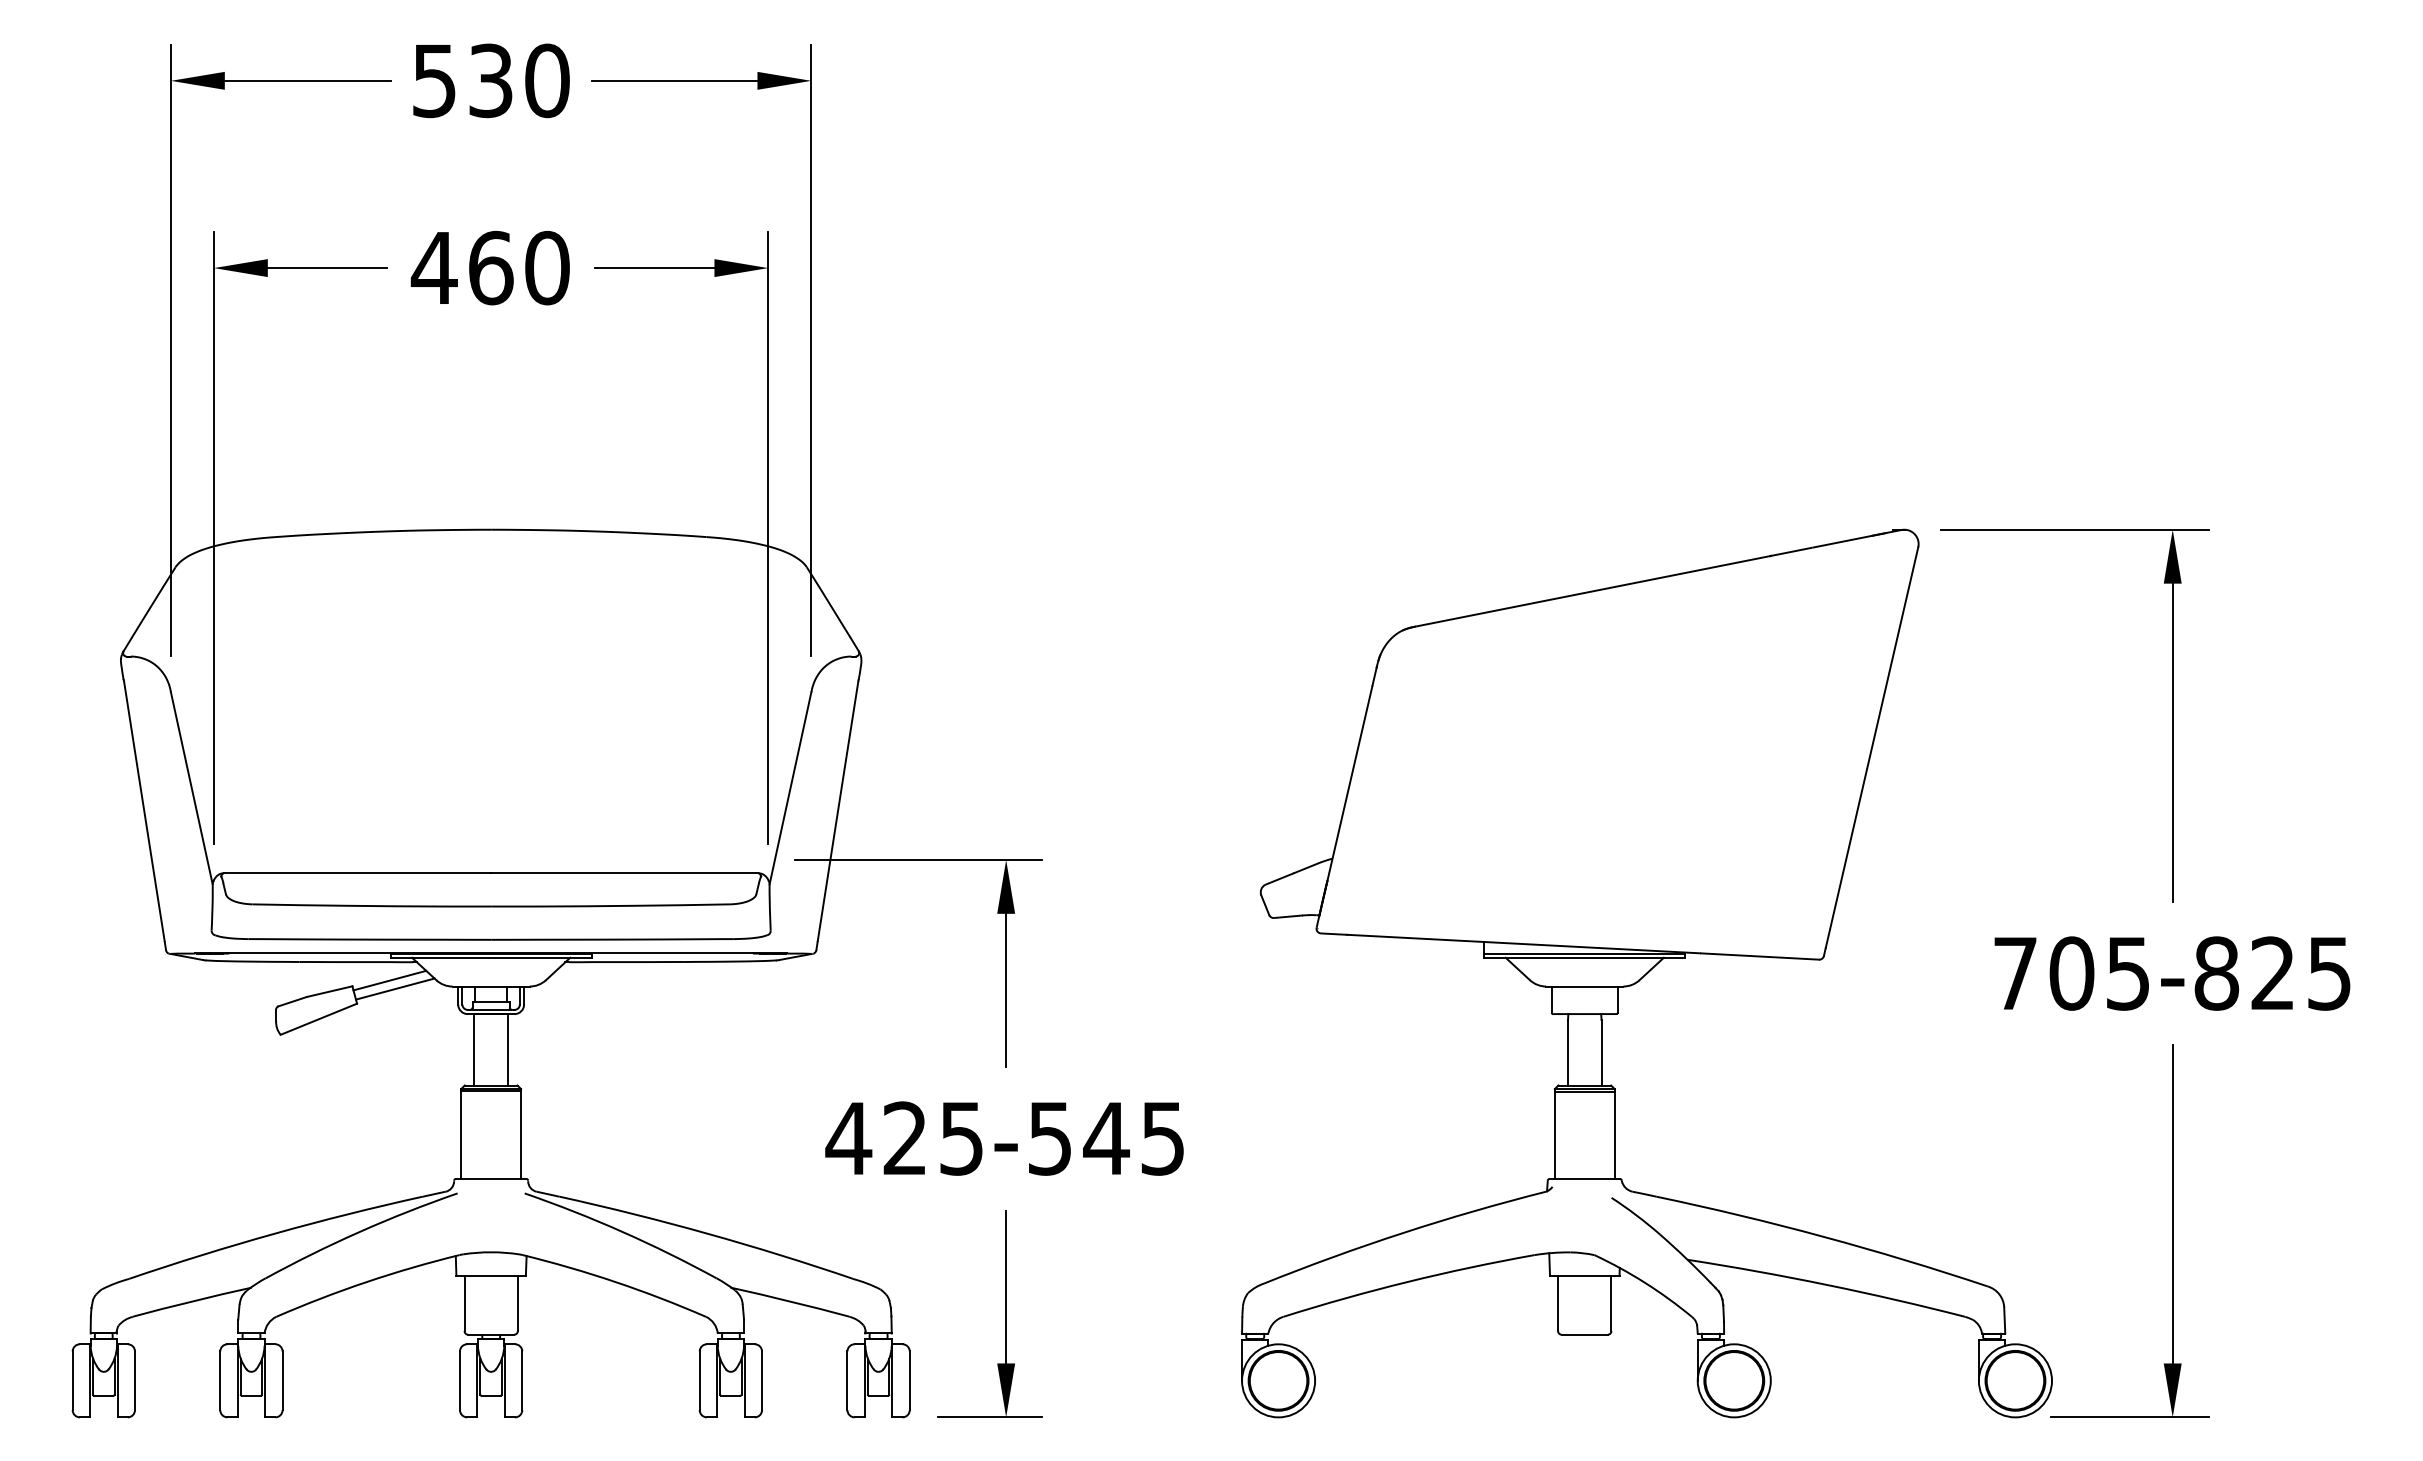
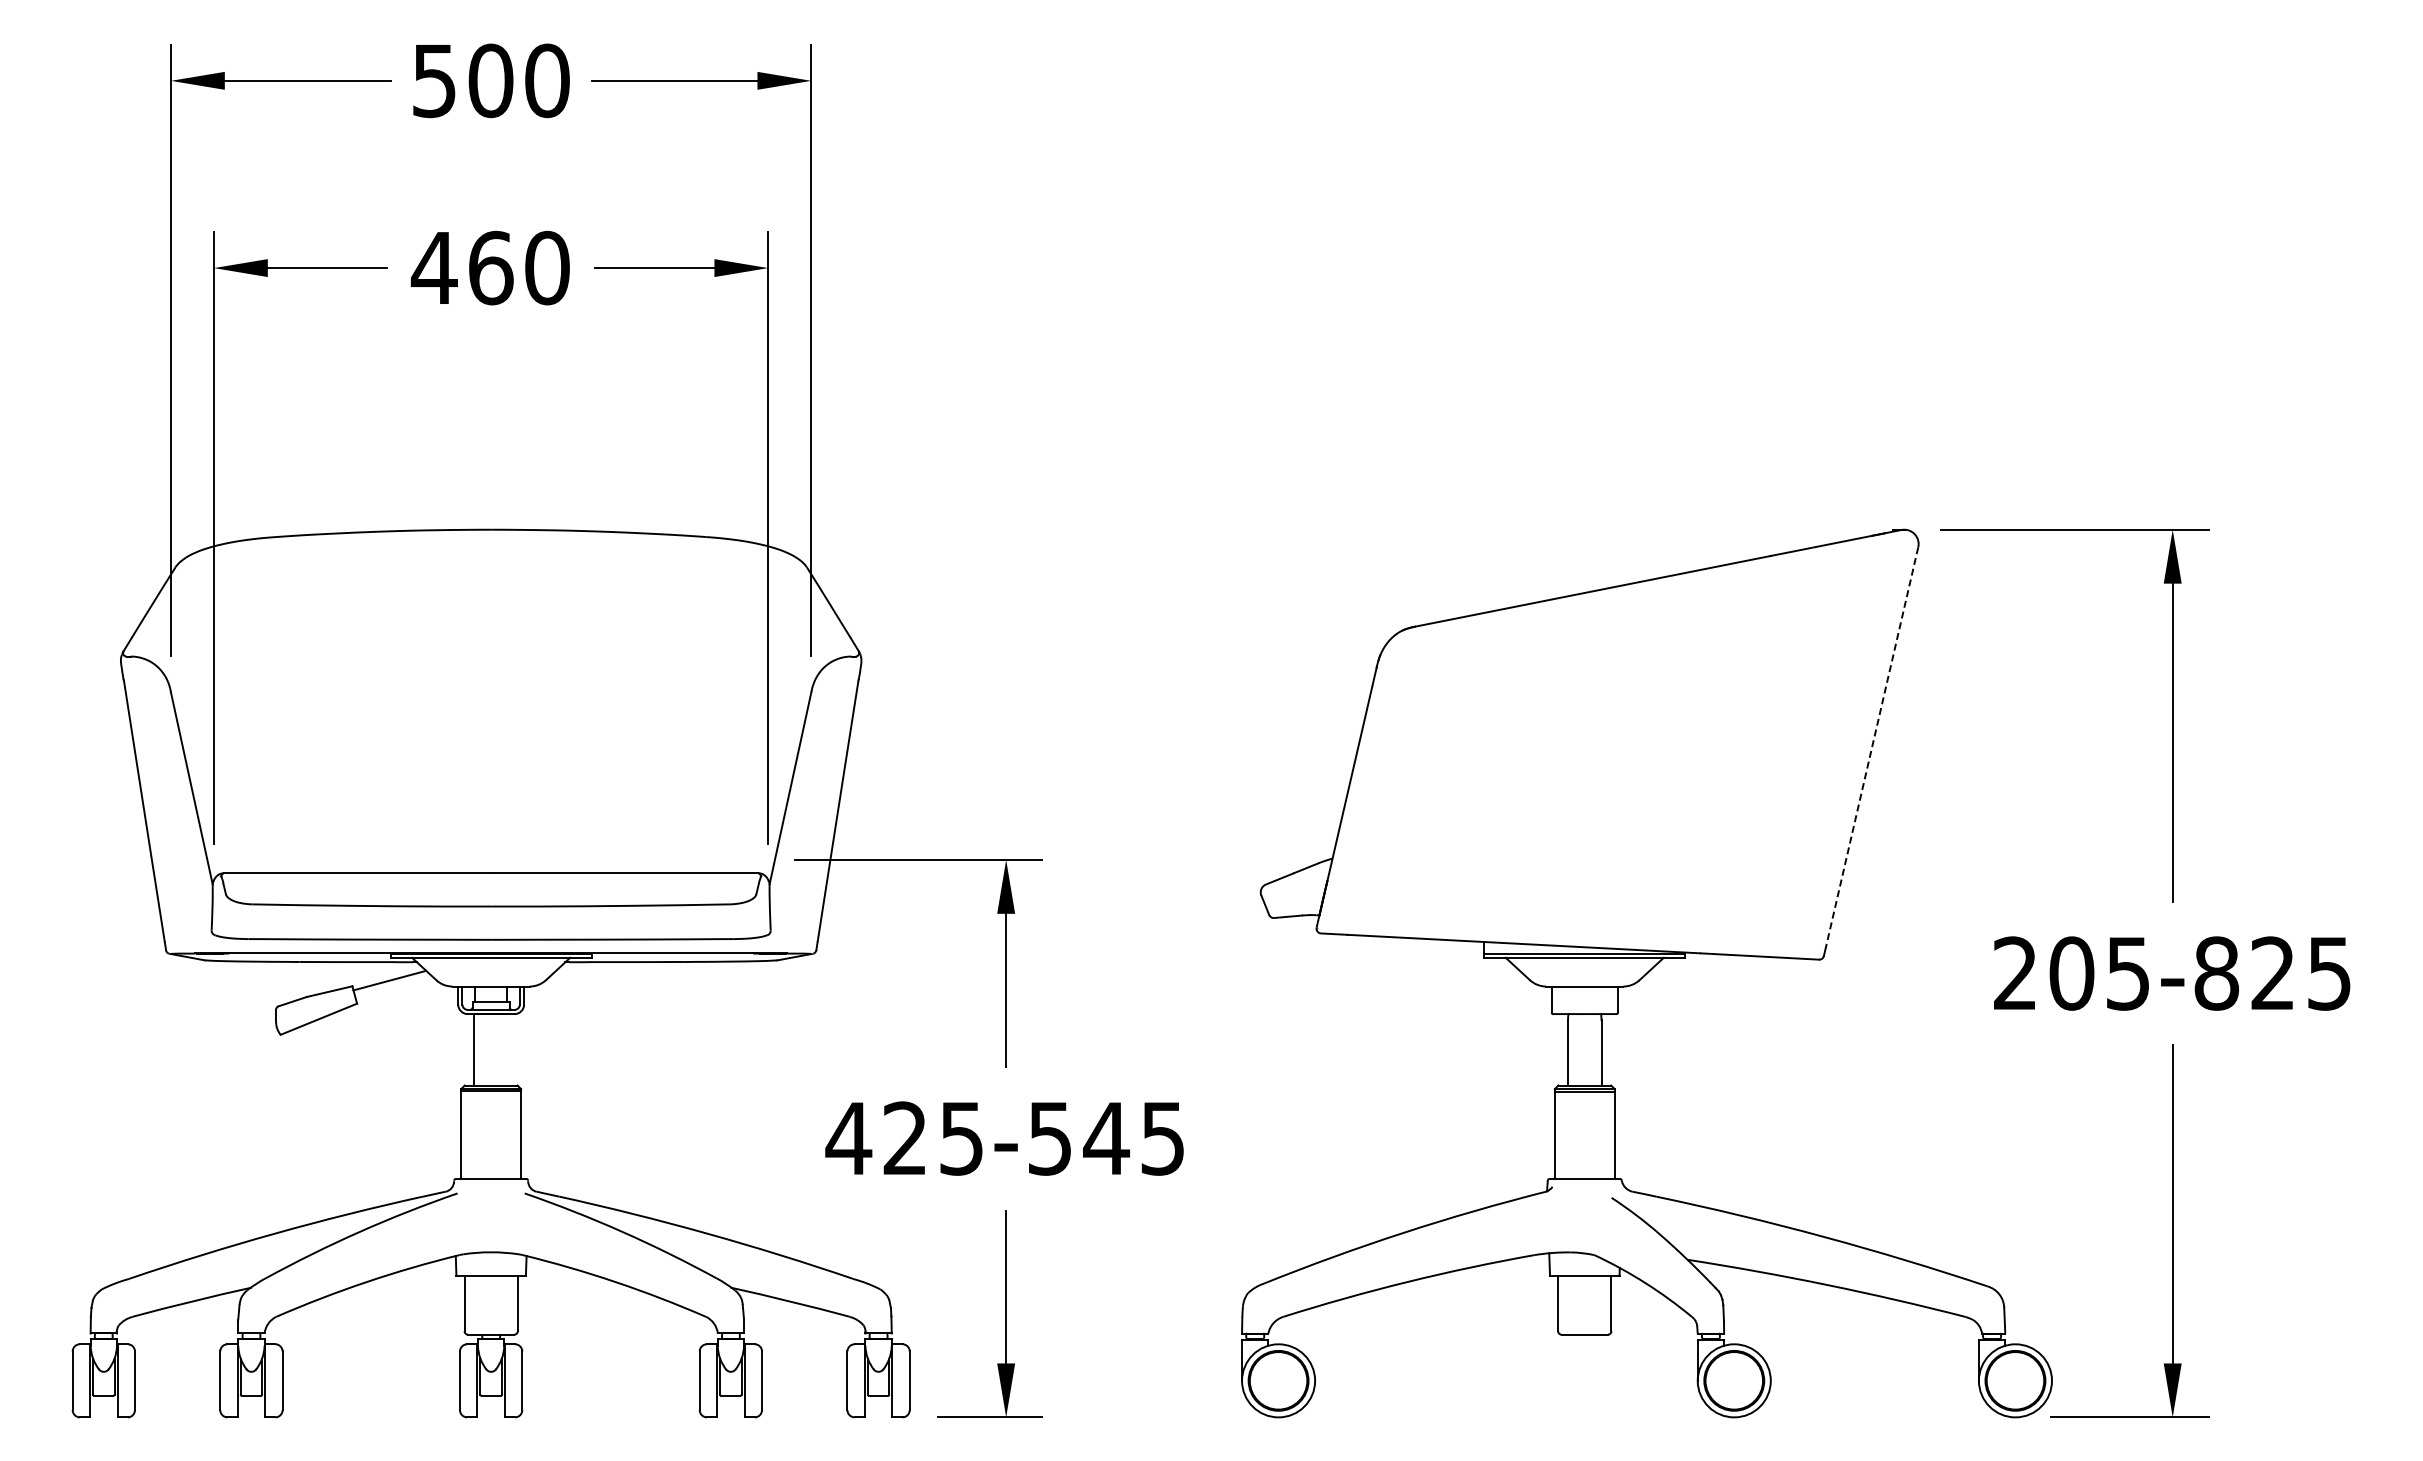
text at (490, 80): 530 -> 500
line at (1872, 747): solid -> dashed
text at (2015, 972): 705-825 -> 205-825
line at (395, 988): present -> none
line at (507, 1050): present -> none
